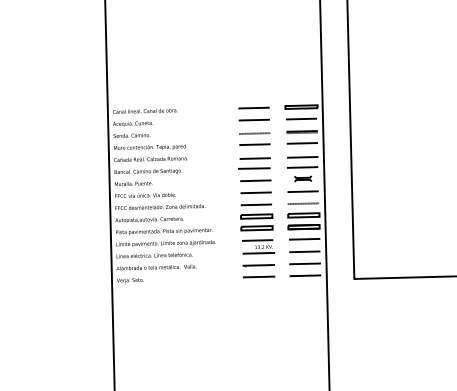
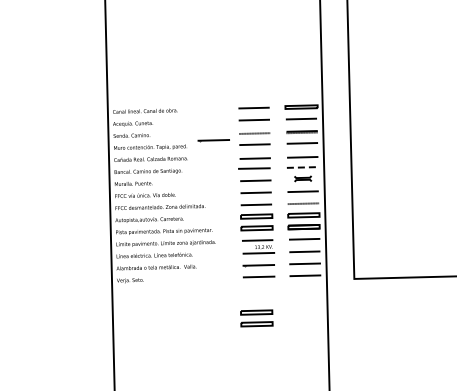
line at (213, 140): none -> present
line at (302, 167): solid -> dashed
part at (256, 318): none -> present
